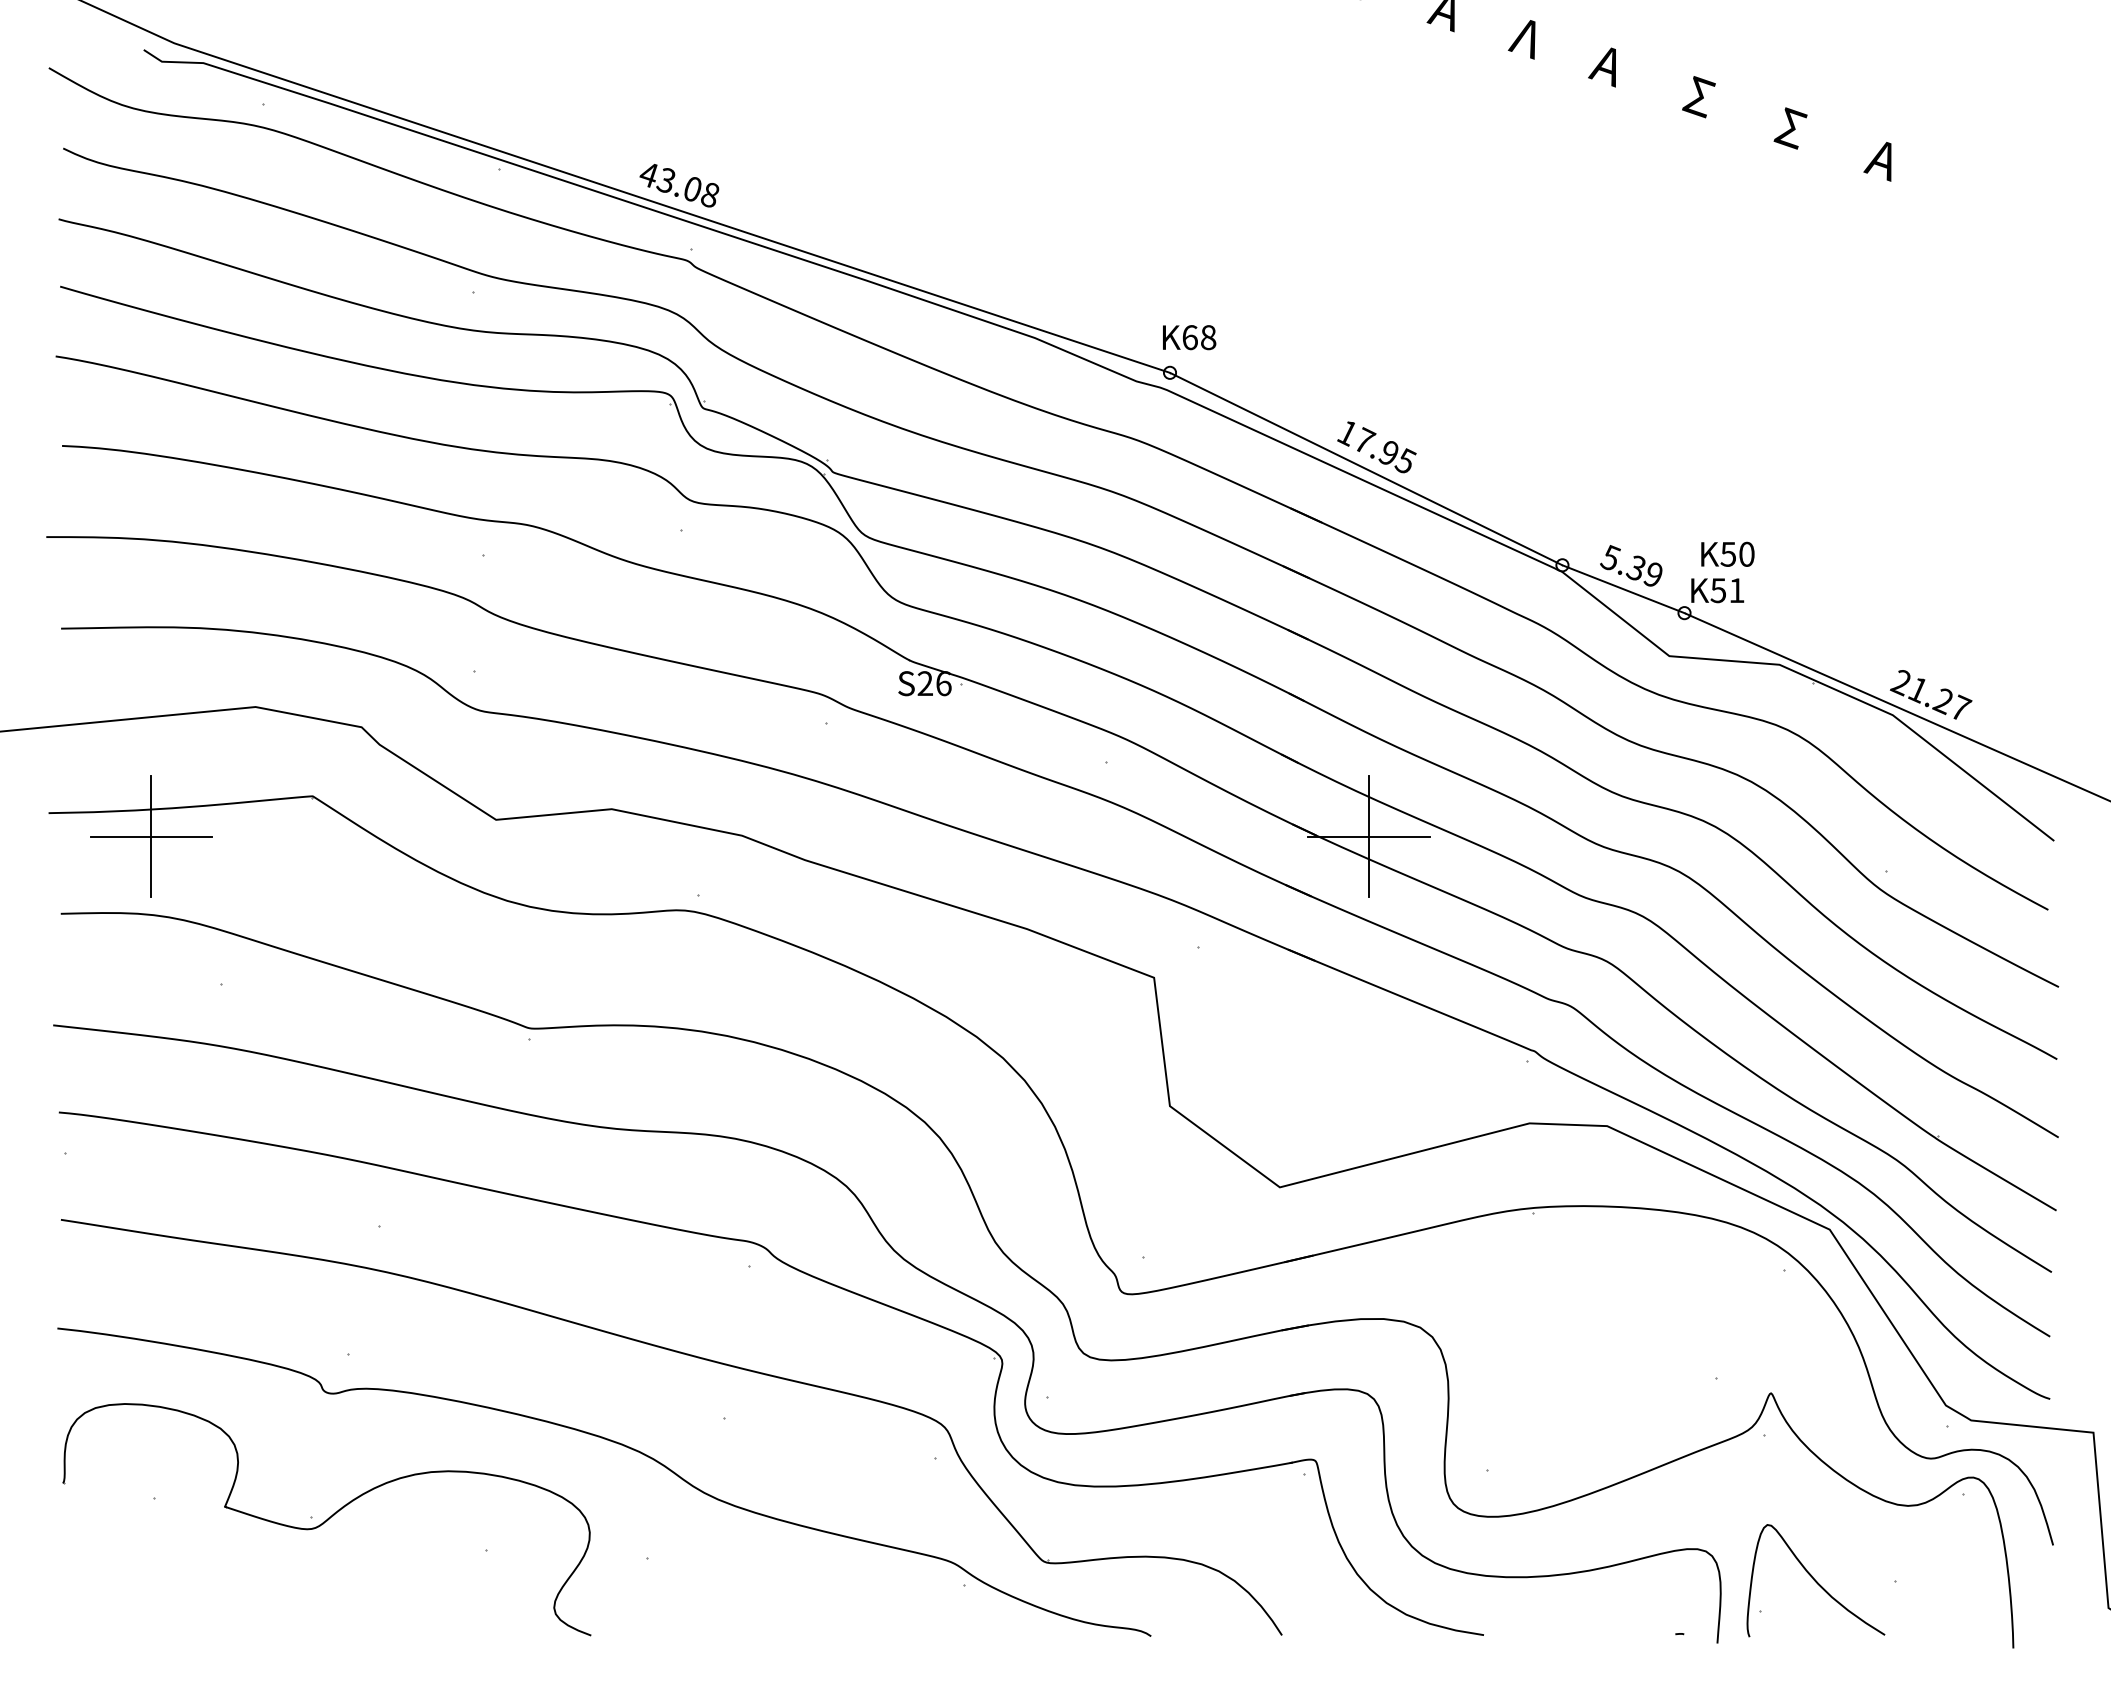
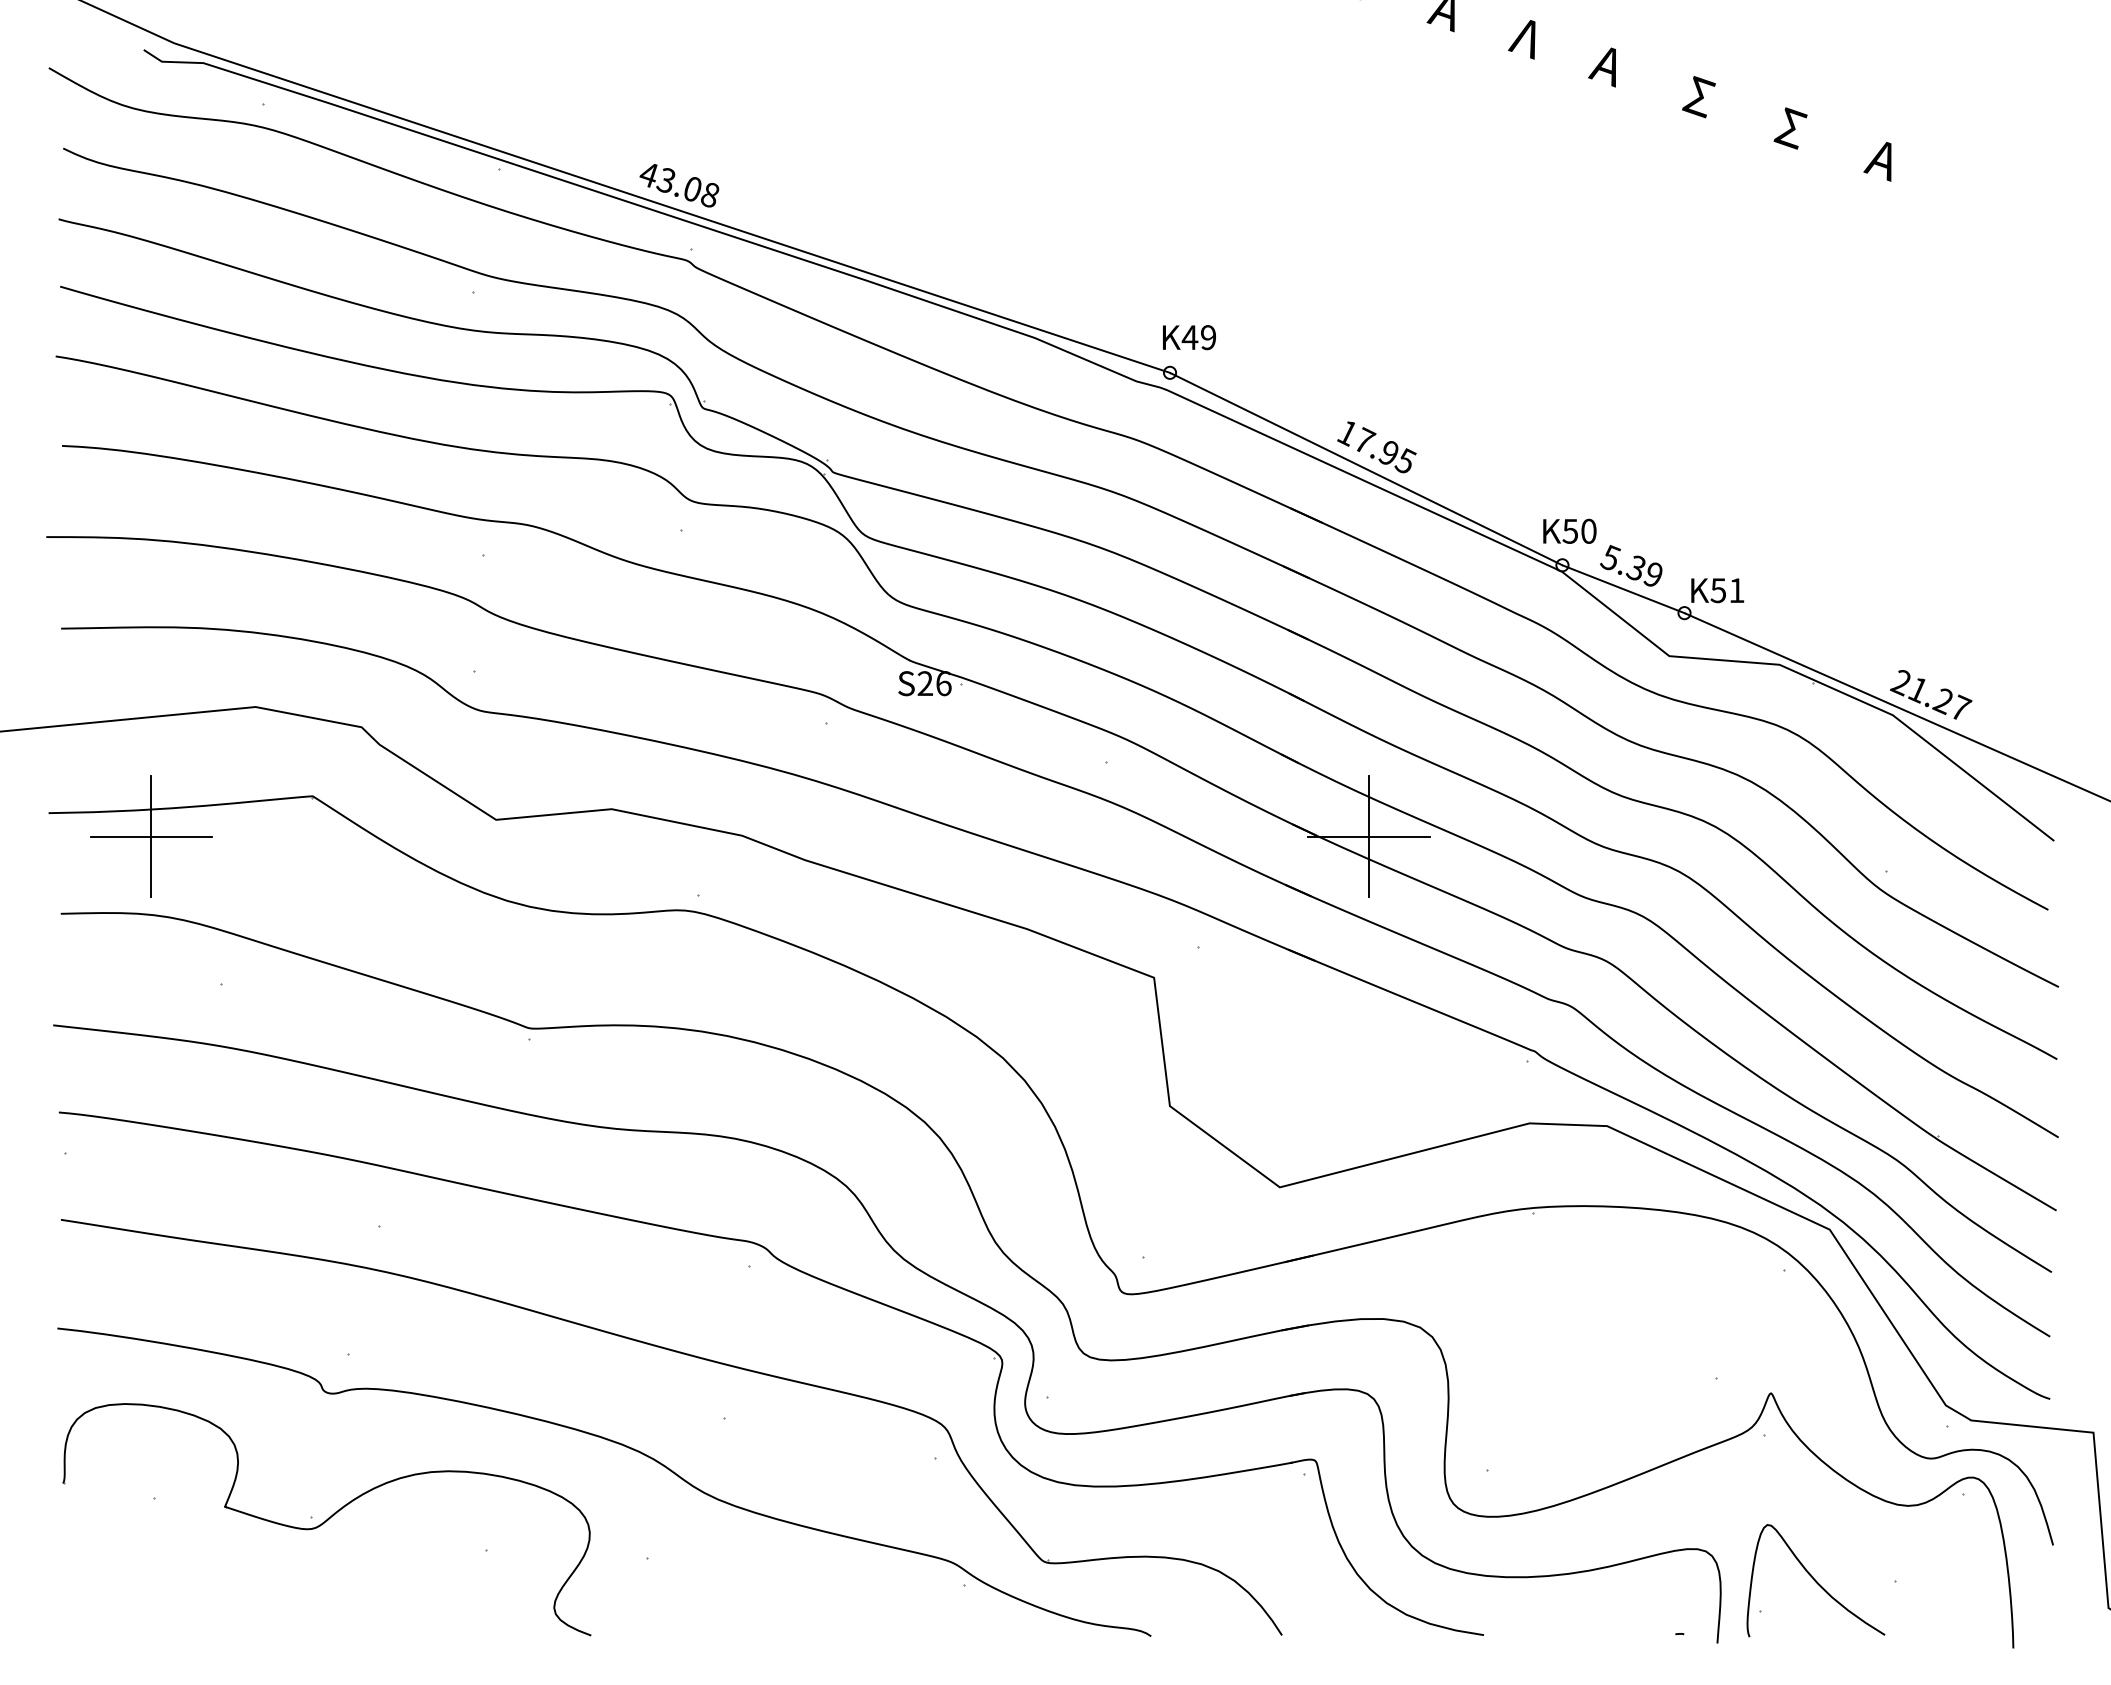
text at (1198, 337): 68 -> 49
text at (1727, 553) position: (1727, 553) -> (1569, 530)
